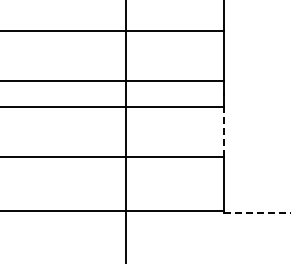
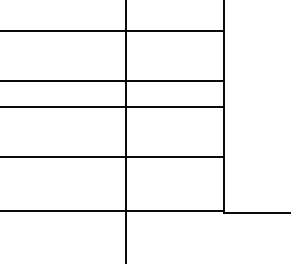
line at (224, 132): dashed -> solid
line at (257, 213): dashed -> solid
